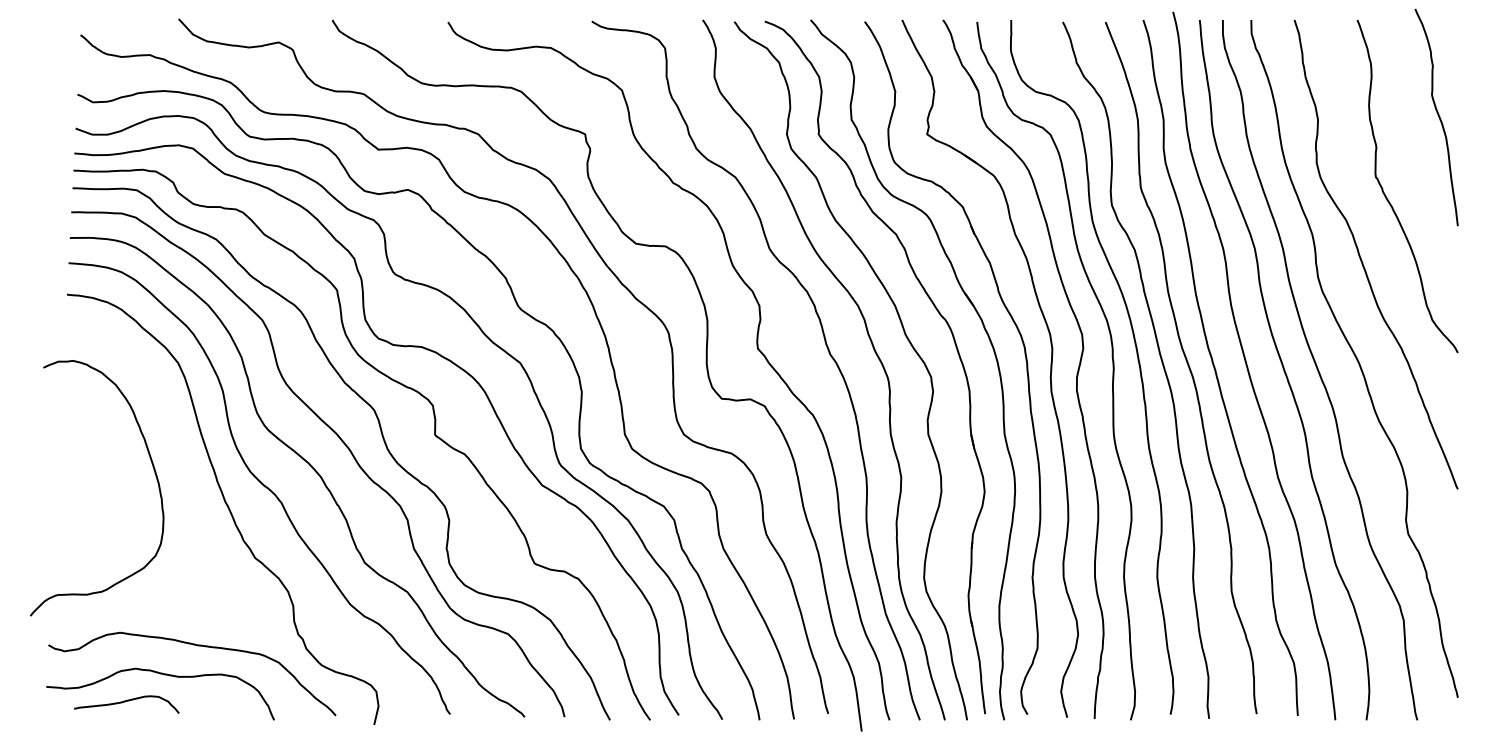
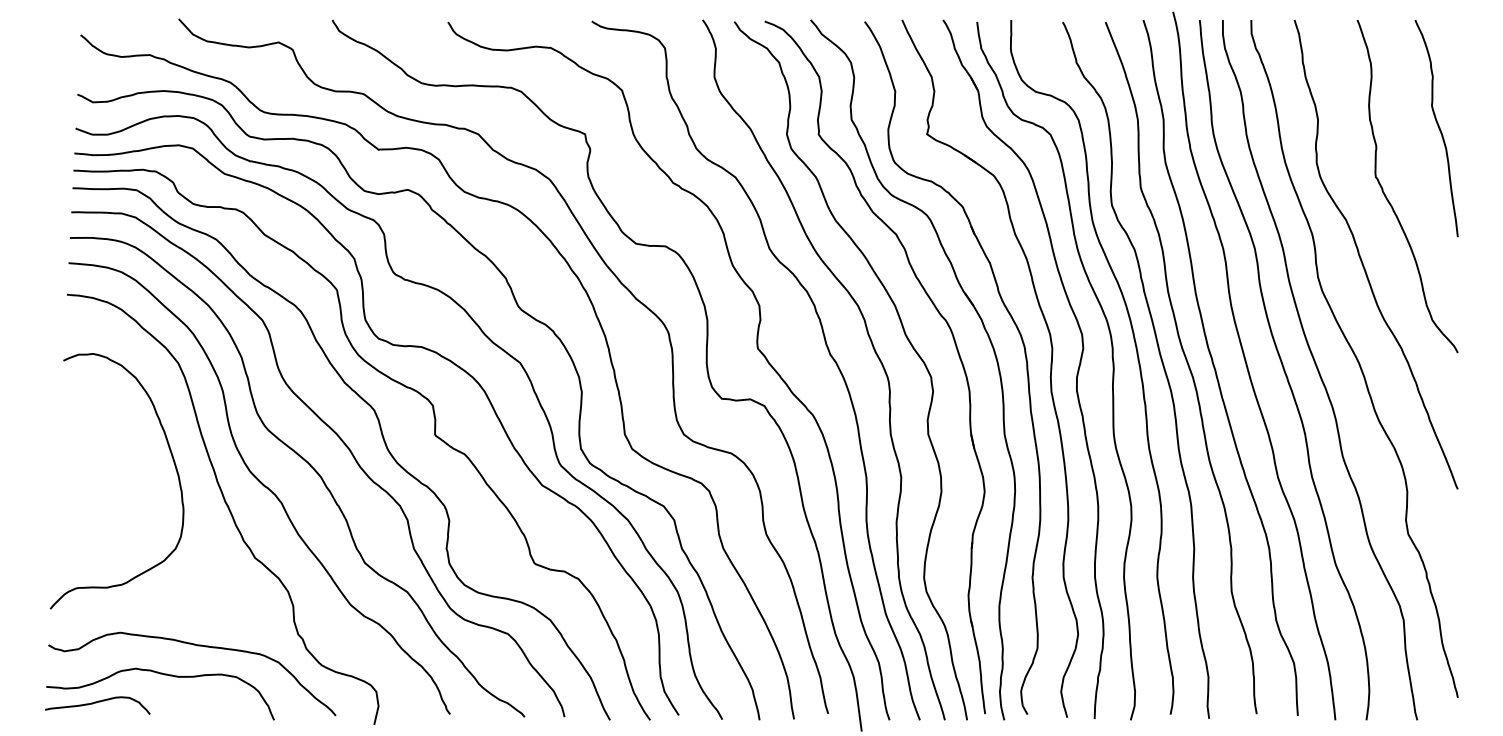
curve at (1438, 117) position: (1438, 117) -> (1438, 128)
curve at (153, 470) position: (153, 470) -> (173, 463)
curve at (125, 702) position: (125, 702) -> (96, 703)
